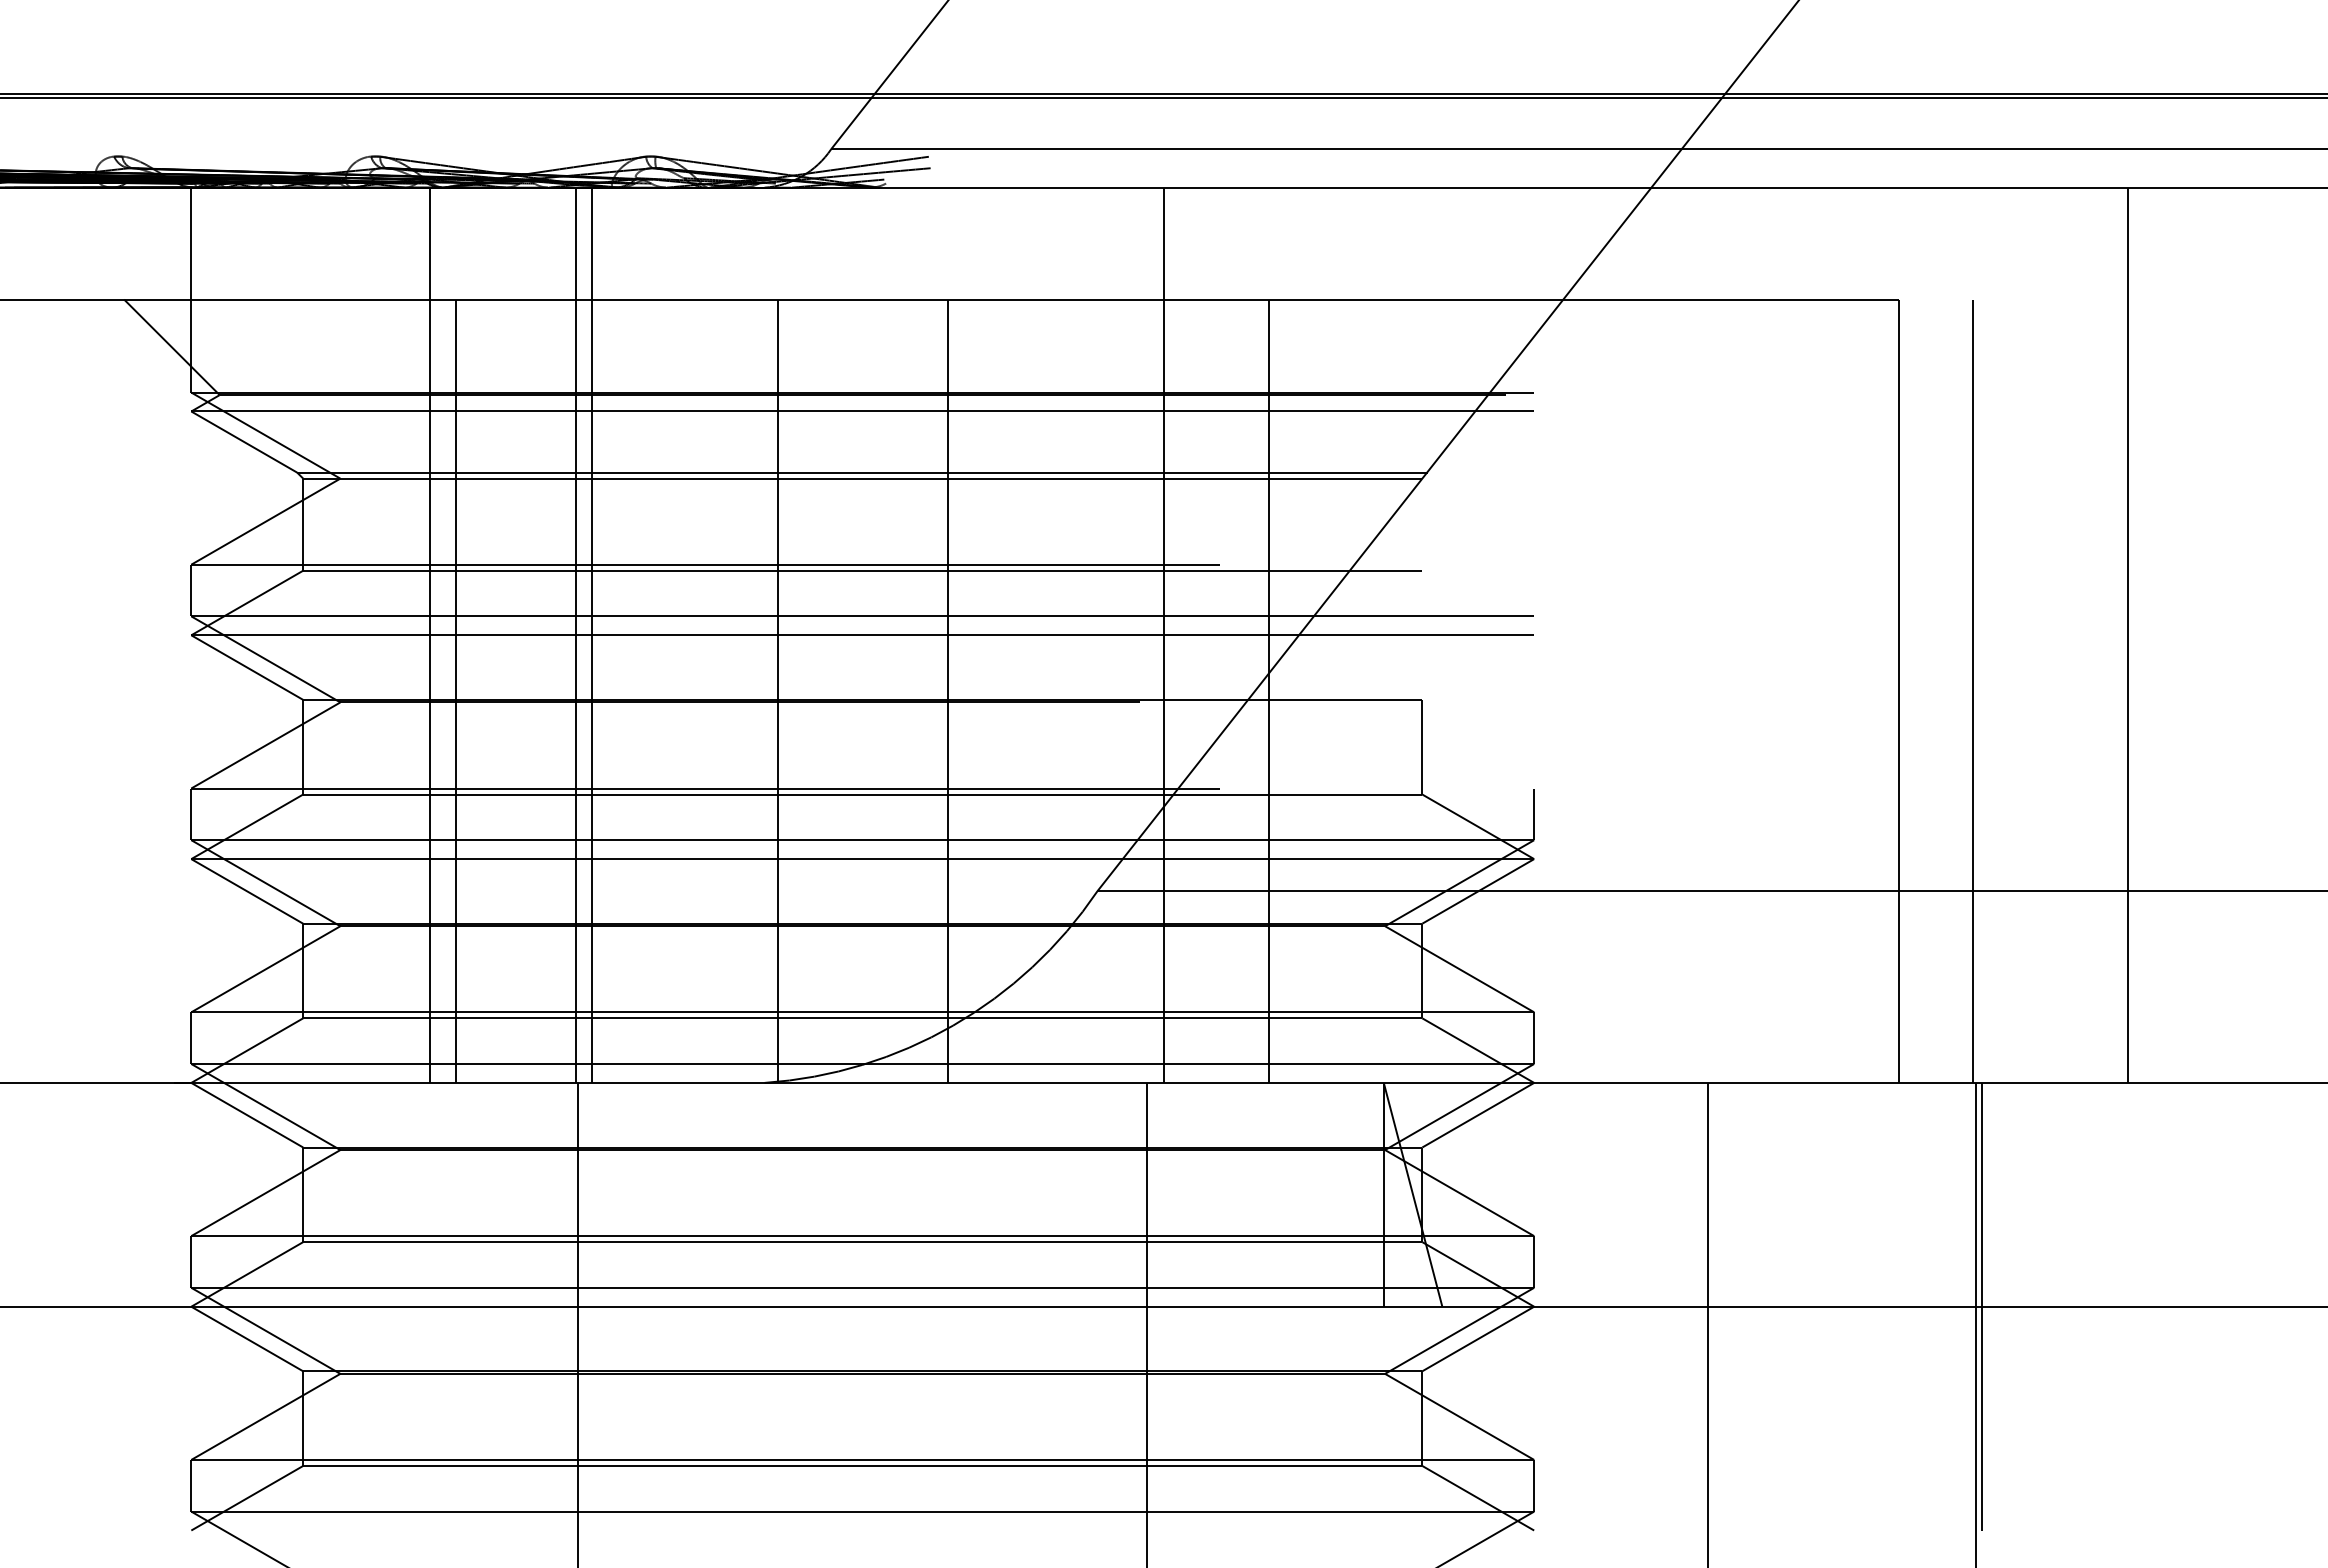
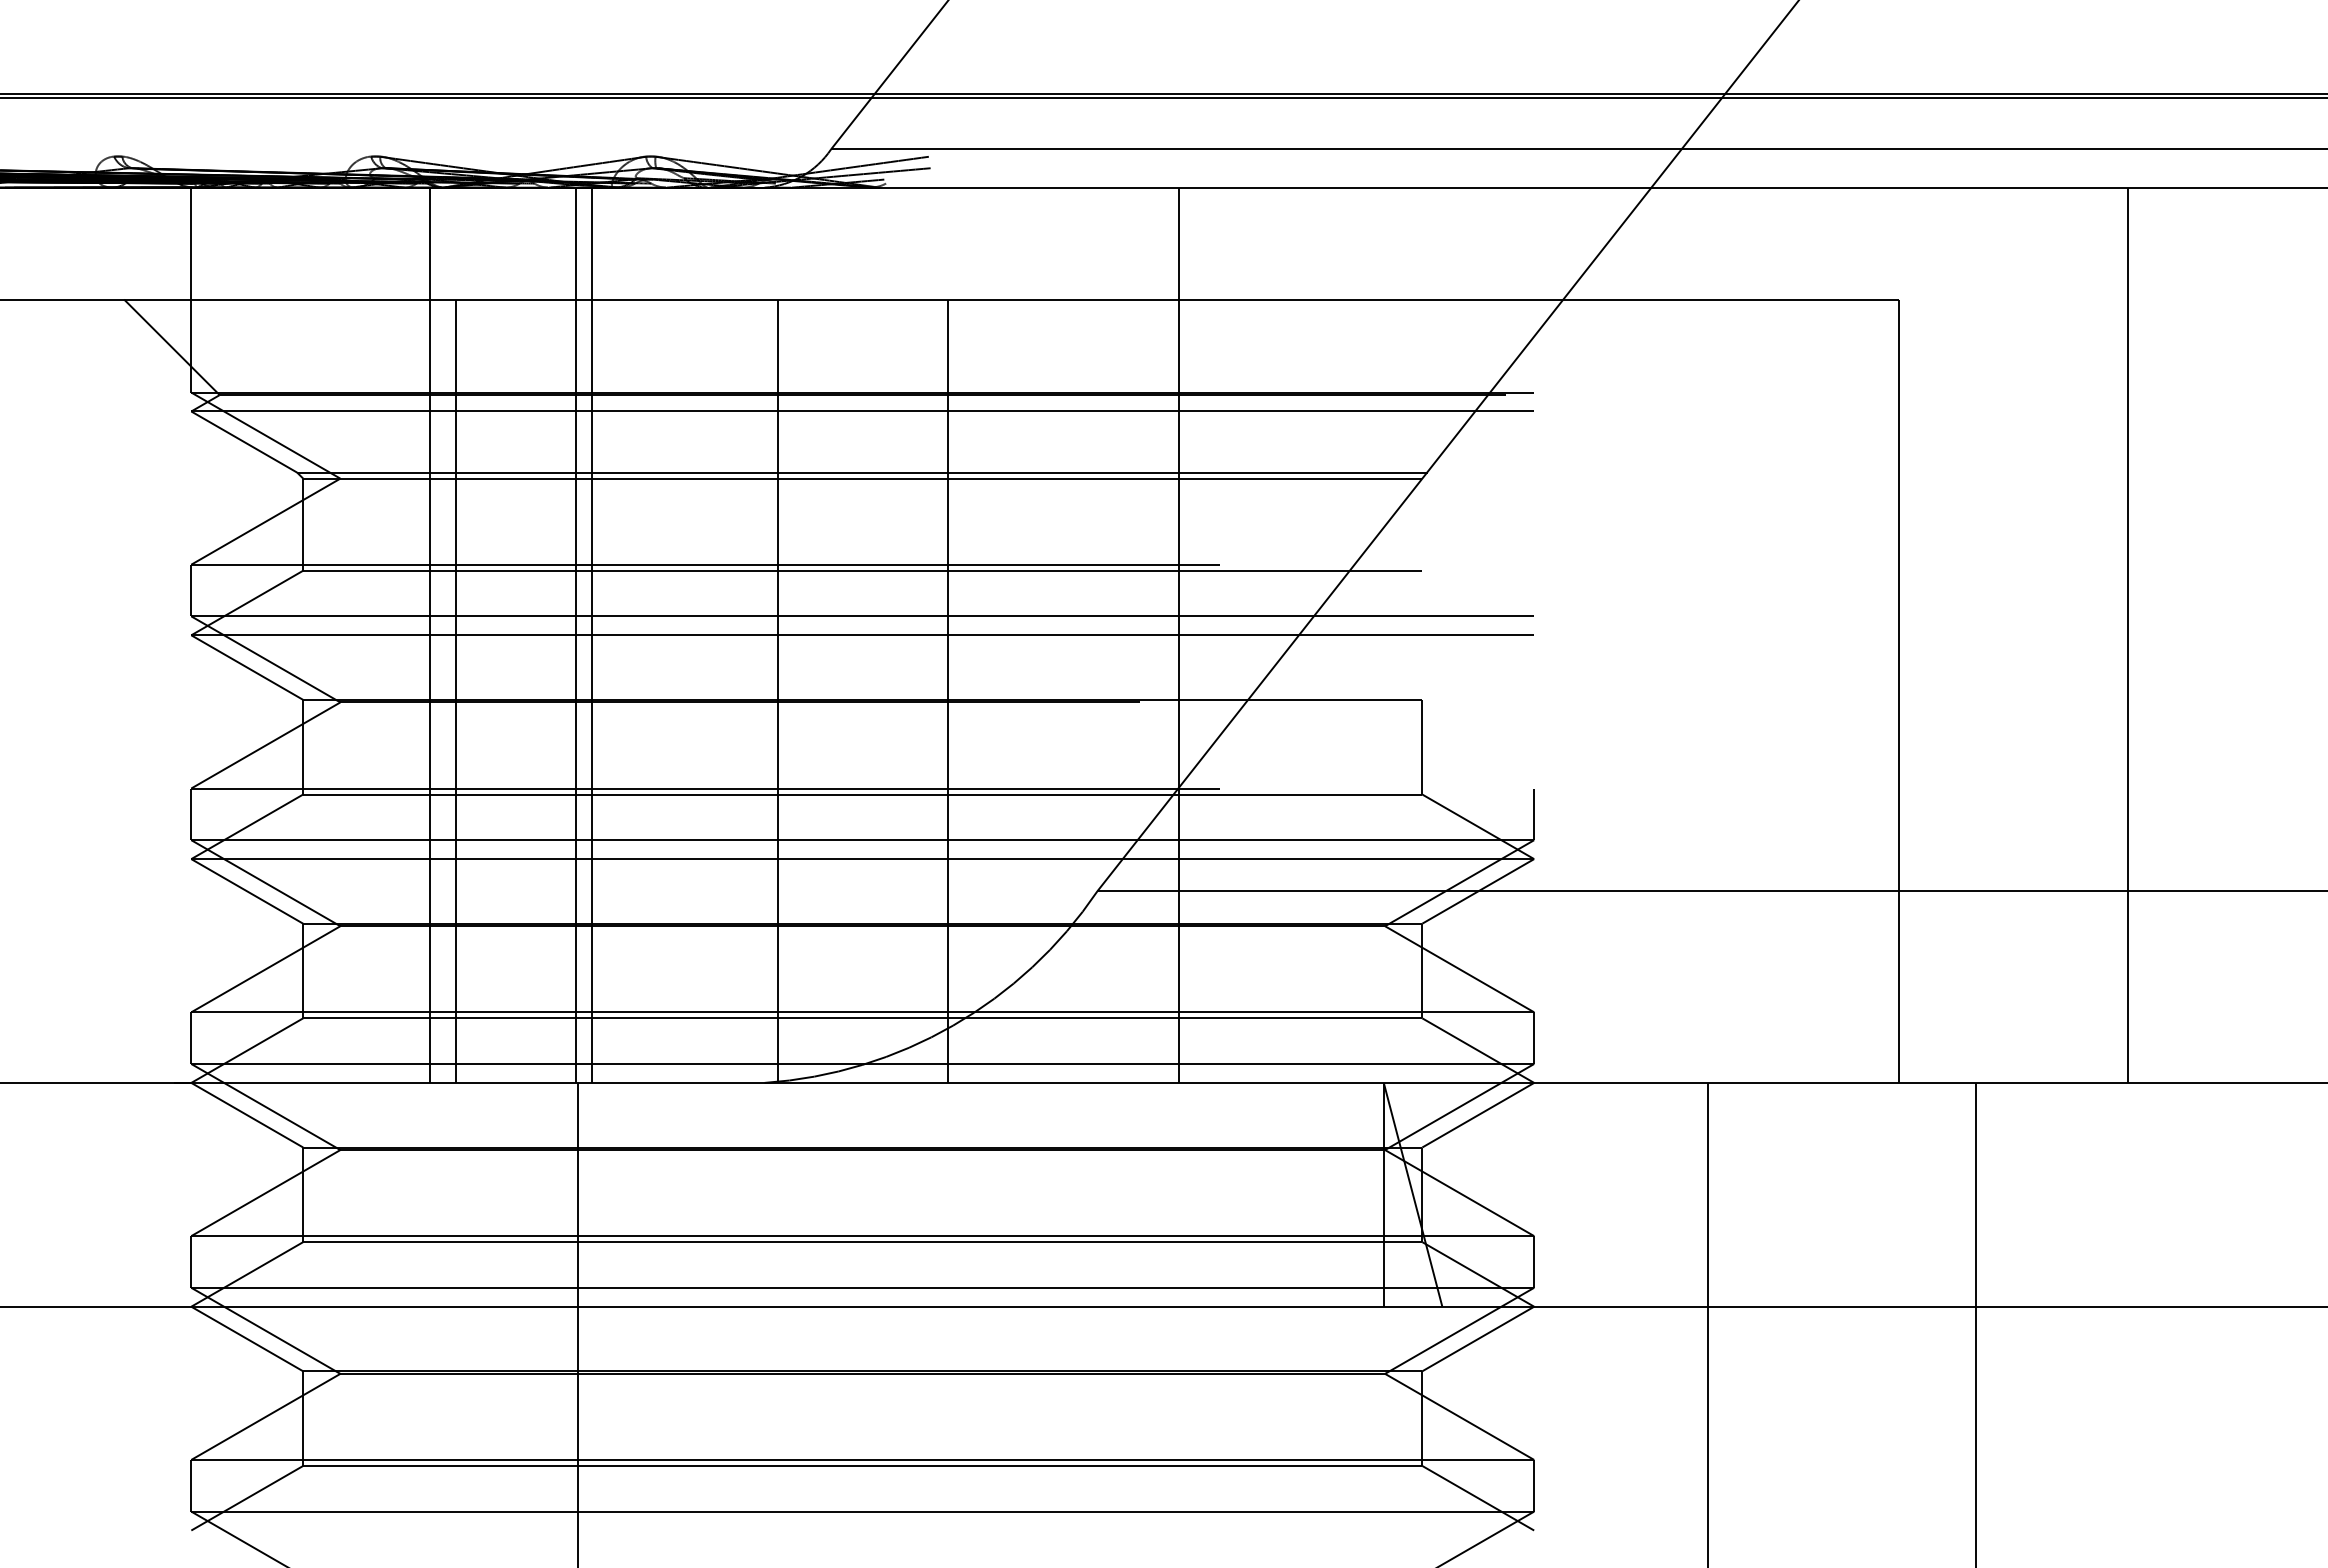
line at (1164, 634) position: (1164, 634) -> (1179, 634)
line at (1269, 690): present -> none
line at (1972, 690): present -> none
line at (1981, 1306): present -> none
line at (1147, 1323): present -> none
